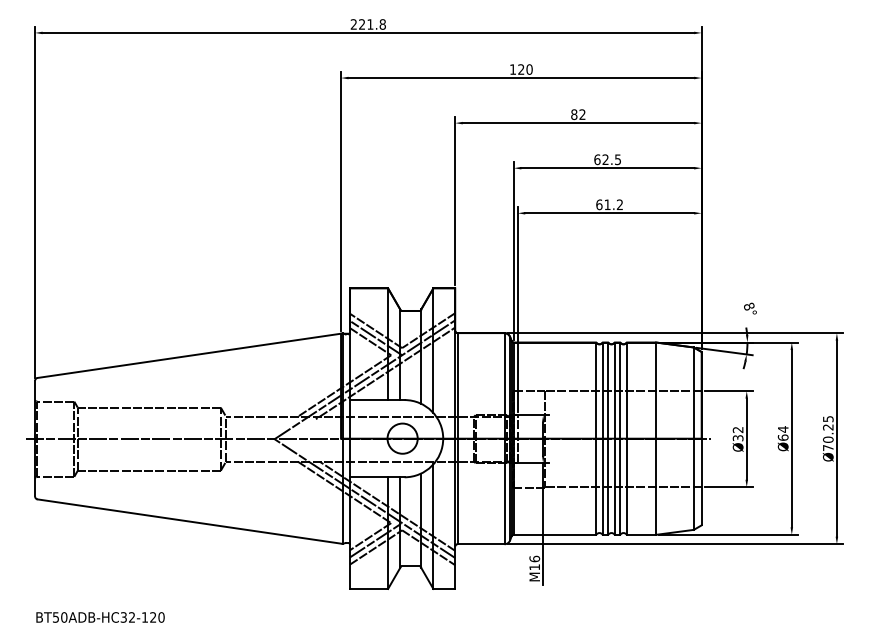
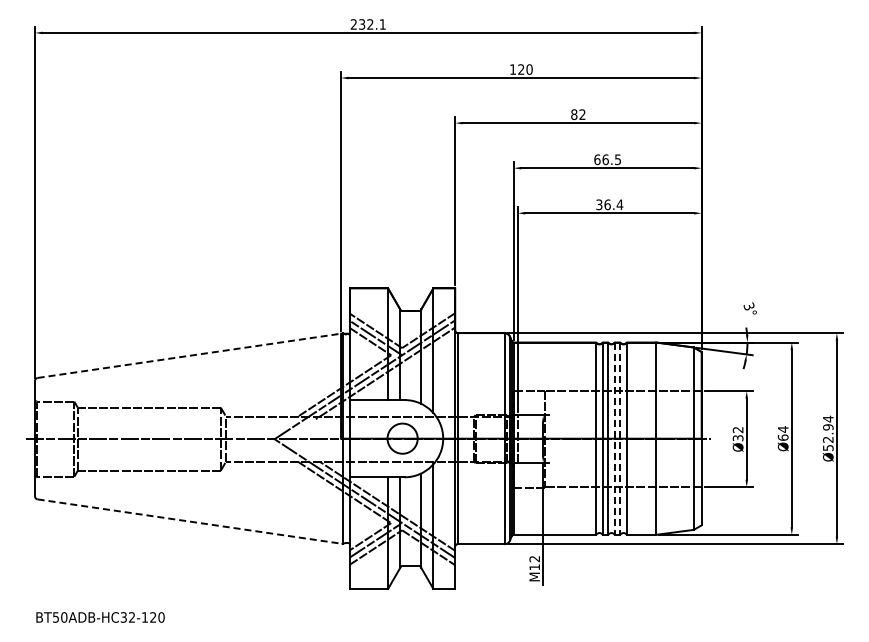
text at (372, 24): 221.8 -> 232.1
text at (605, 159): 62.5 -> 66.5
text at (609, 204): 61.2 -> 36.4
text at (748, 306): 8° -> 3°
line at (190, 355): solid -> dashed
text at (828, 433): Ø70.25 -> Ø52.94
line at (614, 439): solid -> dashed
line at (620, 439): solid -> dashed
line at (190, 521): solid -> dashed
text at (534, 558): M16 -> M12
